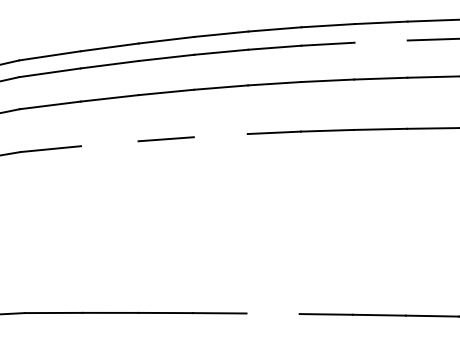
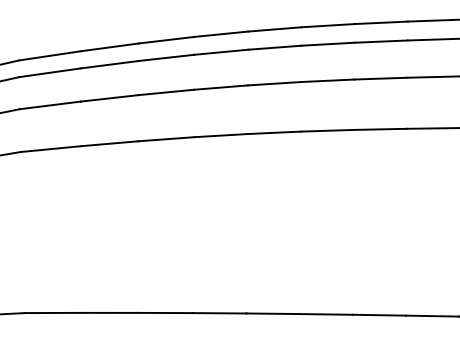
line at (380, 41): none -> present
line at (220, 135): none -> present
line at (109, 143): none -> present
line at (272, 313): none -> present
